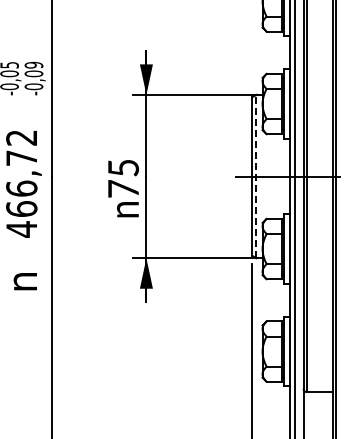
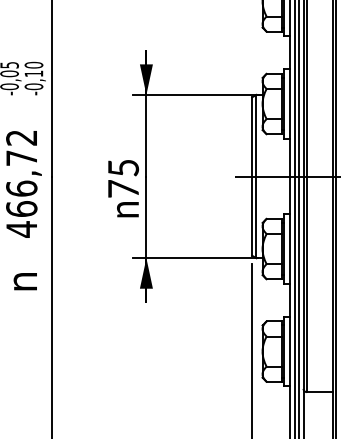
text at (33, 69): -0,09 -> -0,10
line at (256, 176): dashed -> solid
line at (299, 218): none -> present
